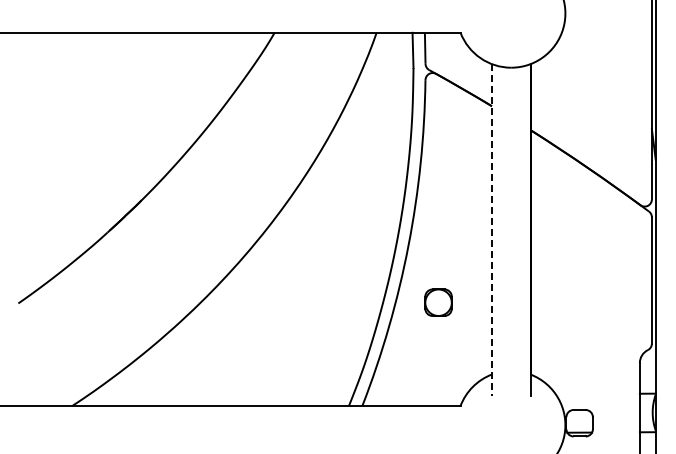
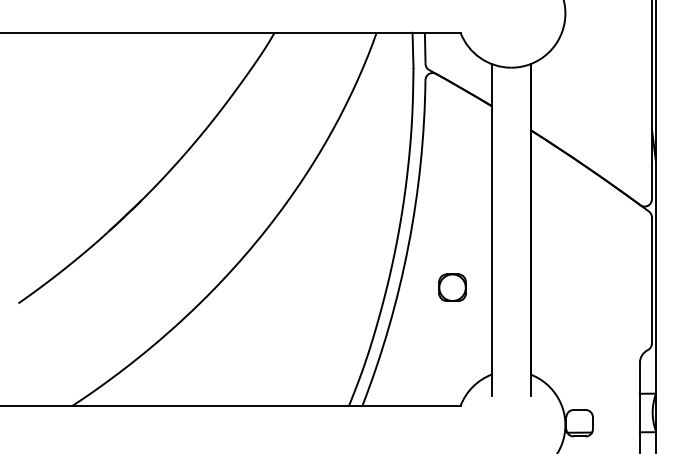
line at (491, 230): dashed -> solid
part at (438, 302) position: (438, 302) -> (452, 287)
